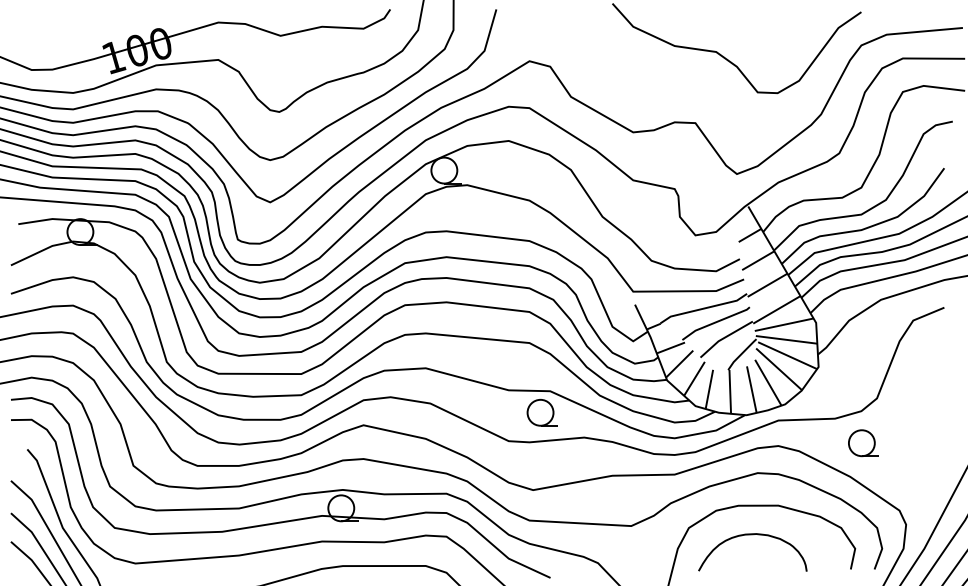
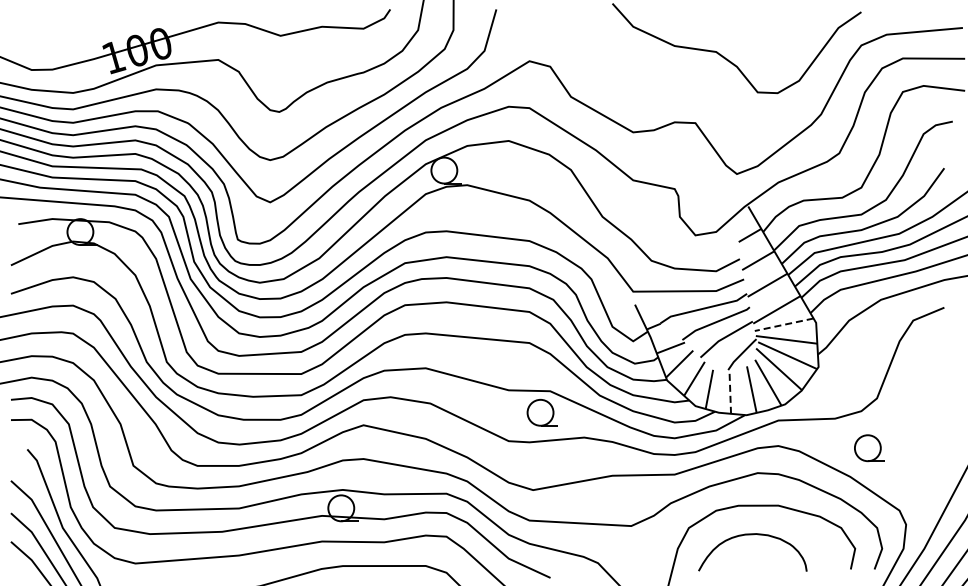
line at (783, 324): solid -> dashed
line at (730, 391): solid -> dashed
part at (863, 443) position: (863, 443) -> (869, 448)
